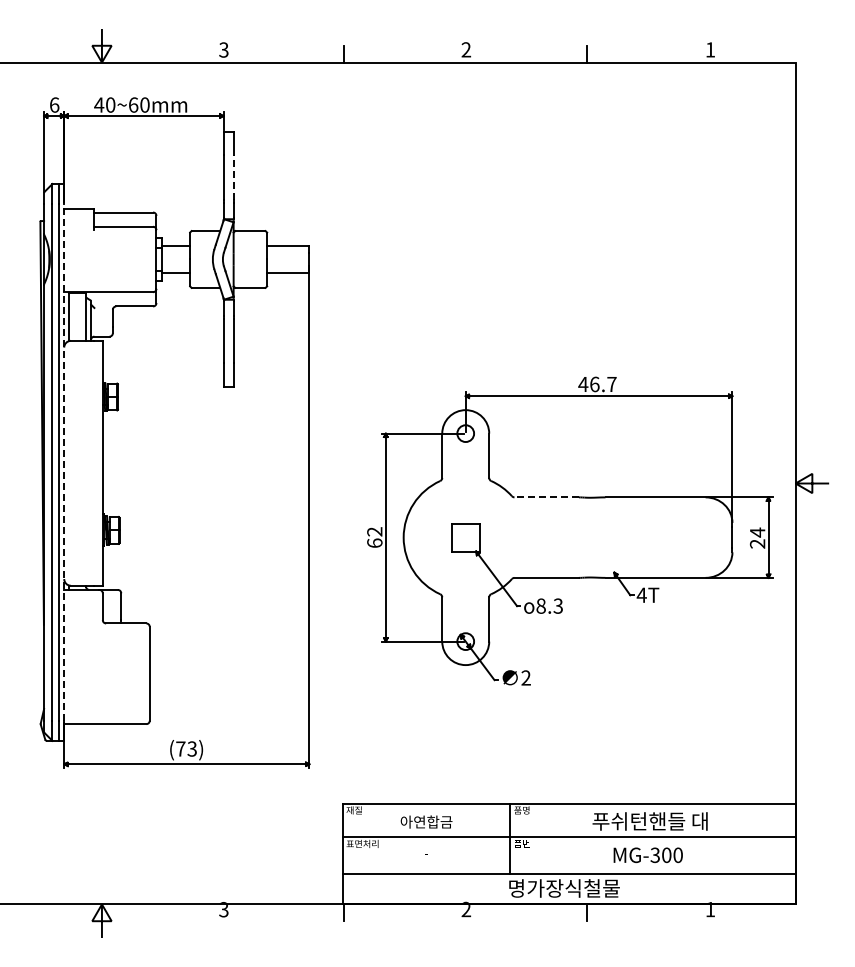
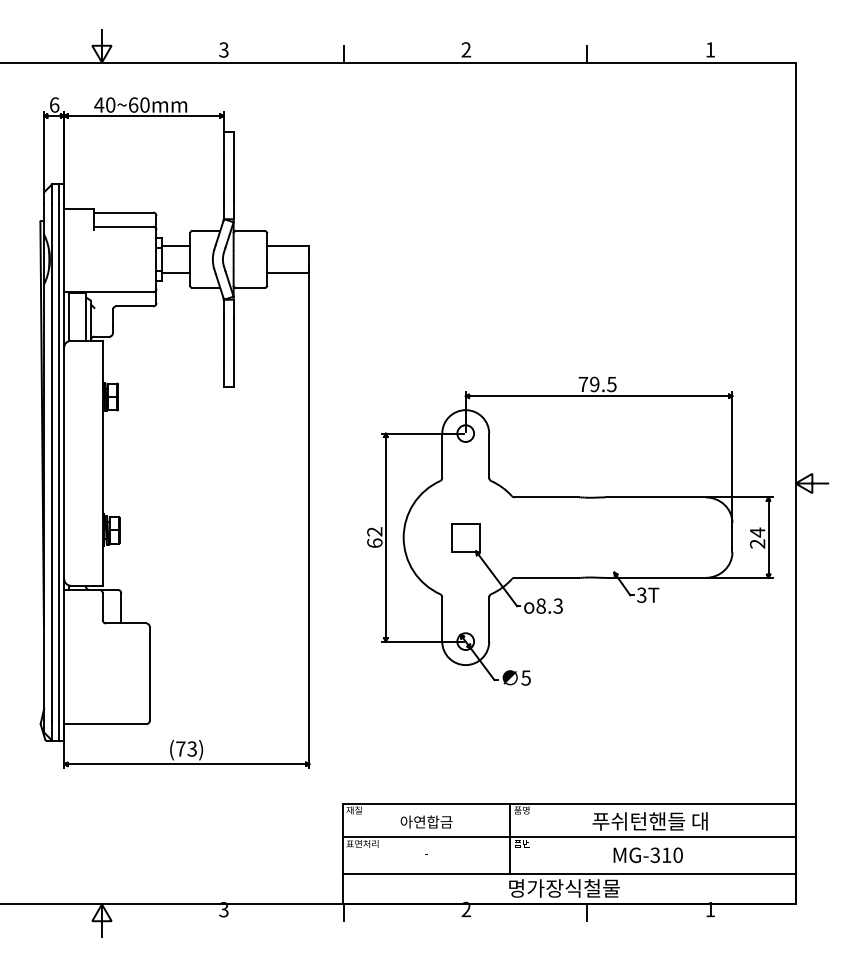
line at (233, 177): dashed -> solid
text at (597, 384): 46.7 -> 79.5
line at (64, 461): dashed -> solid
line at (546, 497): dashed -> solid
text at (641, 594): 4T -> 3T
text at (525, 677): 2 -> 5
text at (666, 855): MG-300 -> MG-310
